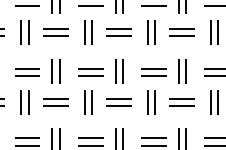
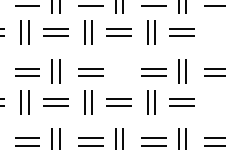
part at (214, 32): present -> none
part at (119, 71): present -> none
part at (214, 102): present -> none
